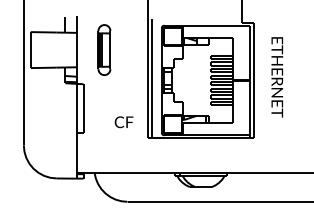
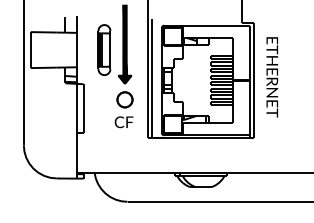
part at (124, 56): none -> present
text at (277, 77) position: (277, 77) -> (272, 77)
